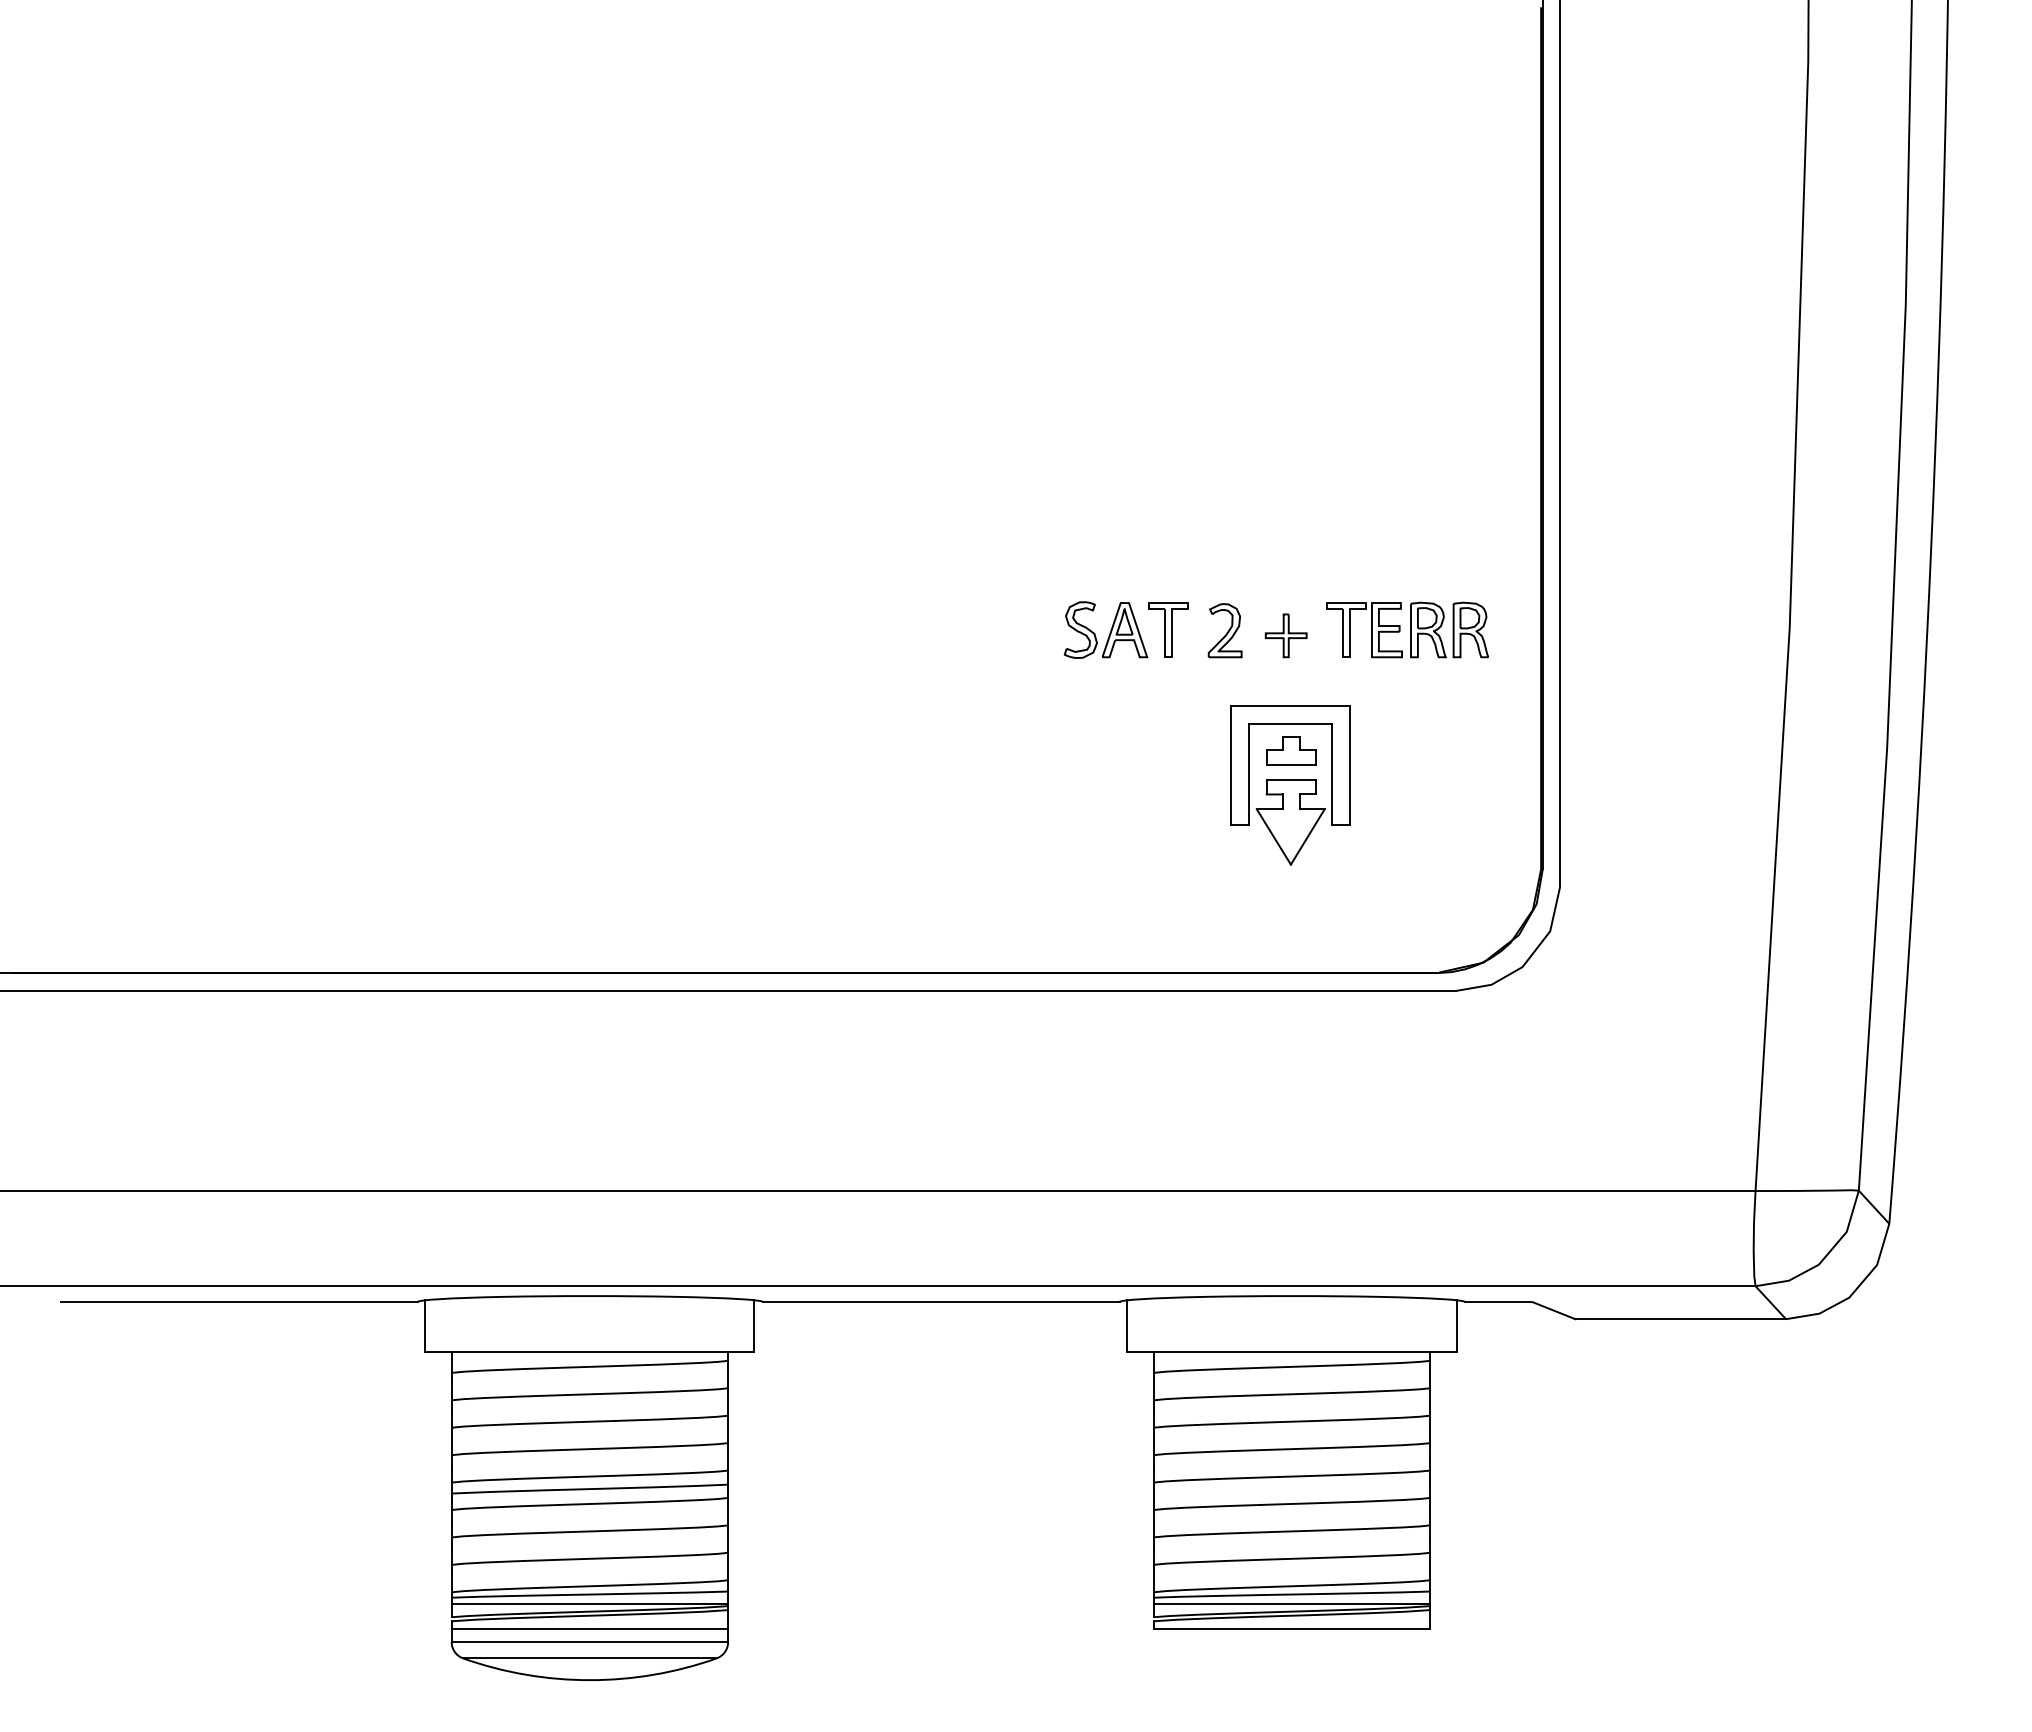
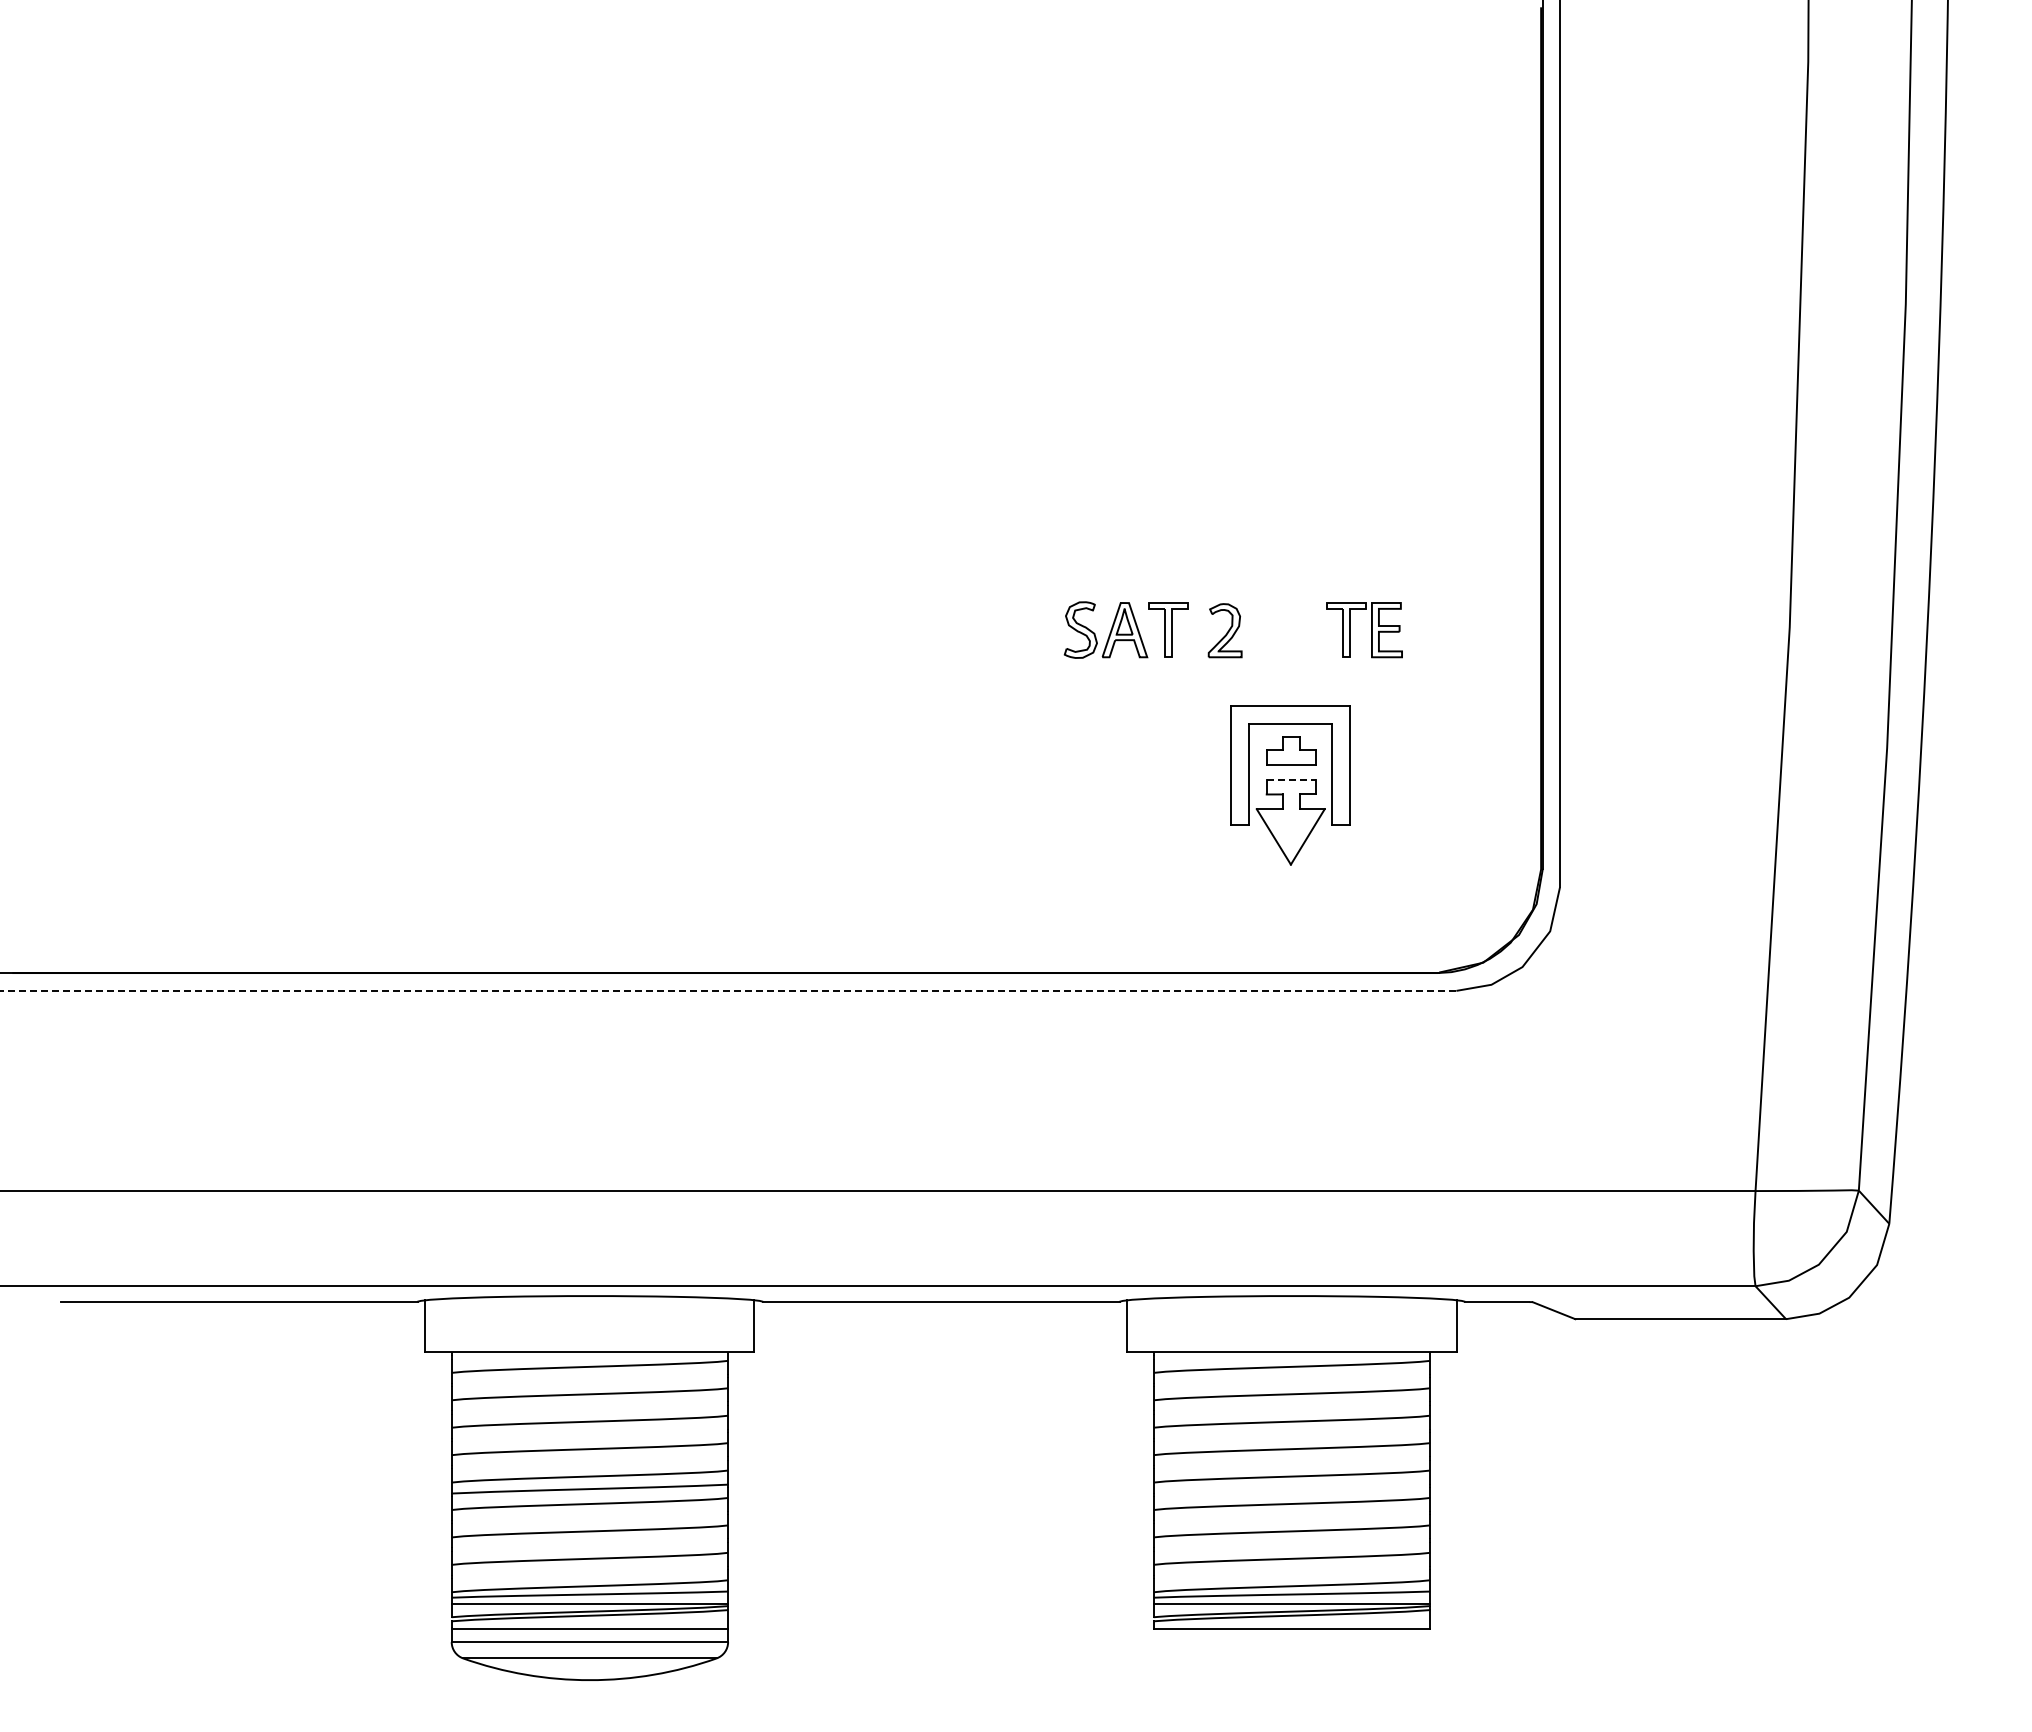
part at (1449, 629): present -> none
part at (1285, 635): present -> none
line at (1291, 779): solid -> dashed
line at (728, 990): solid -> dashed
